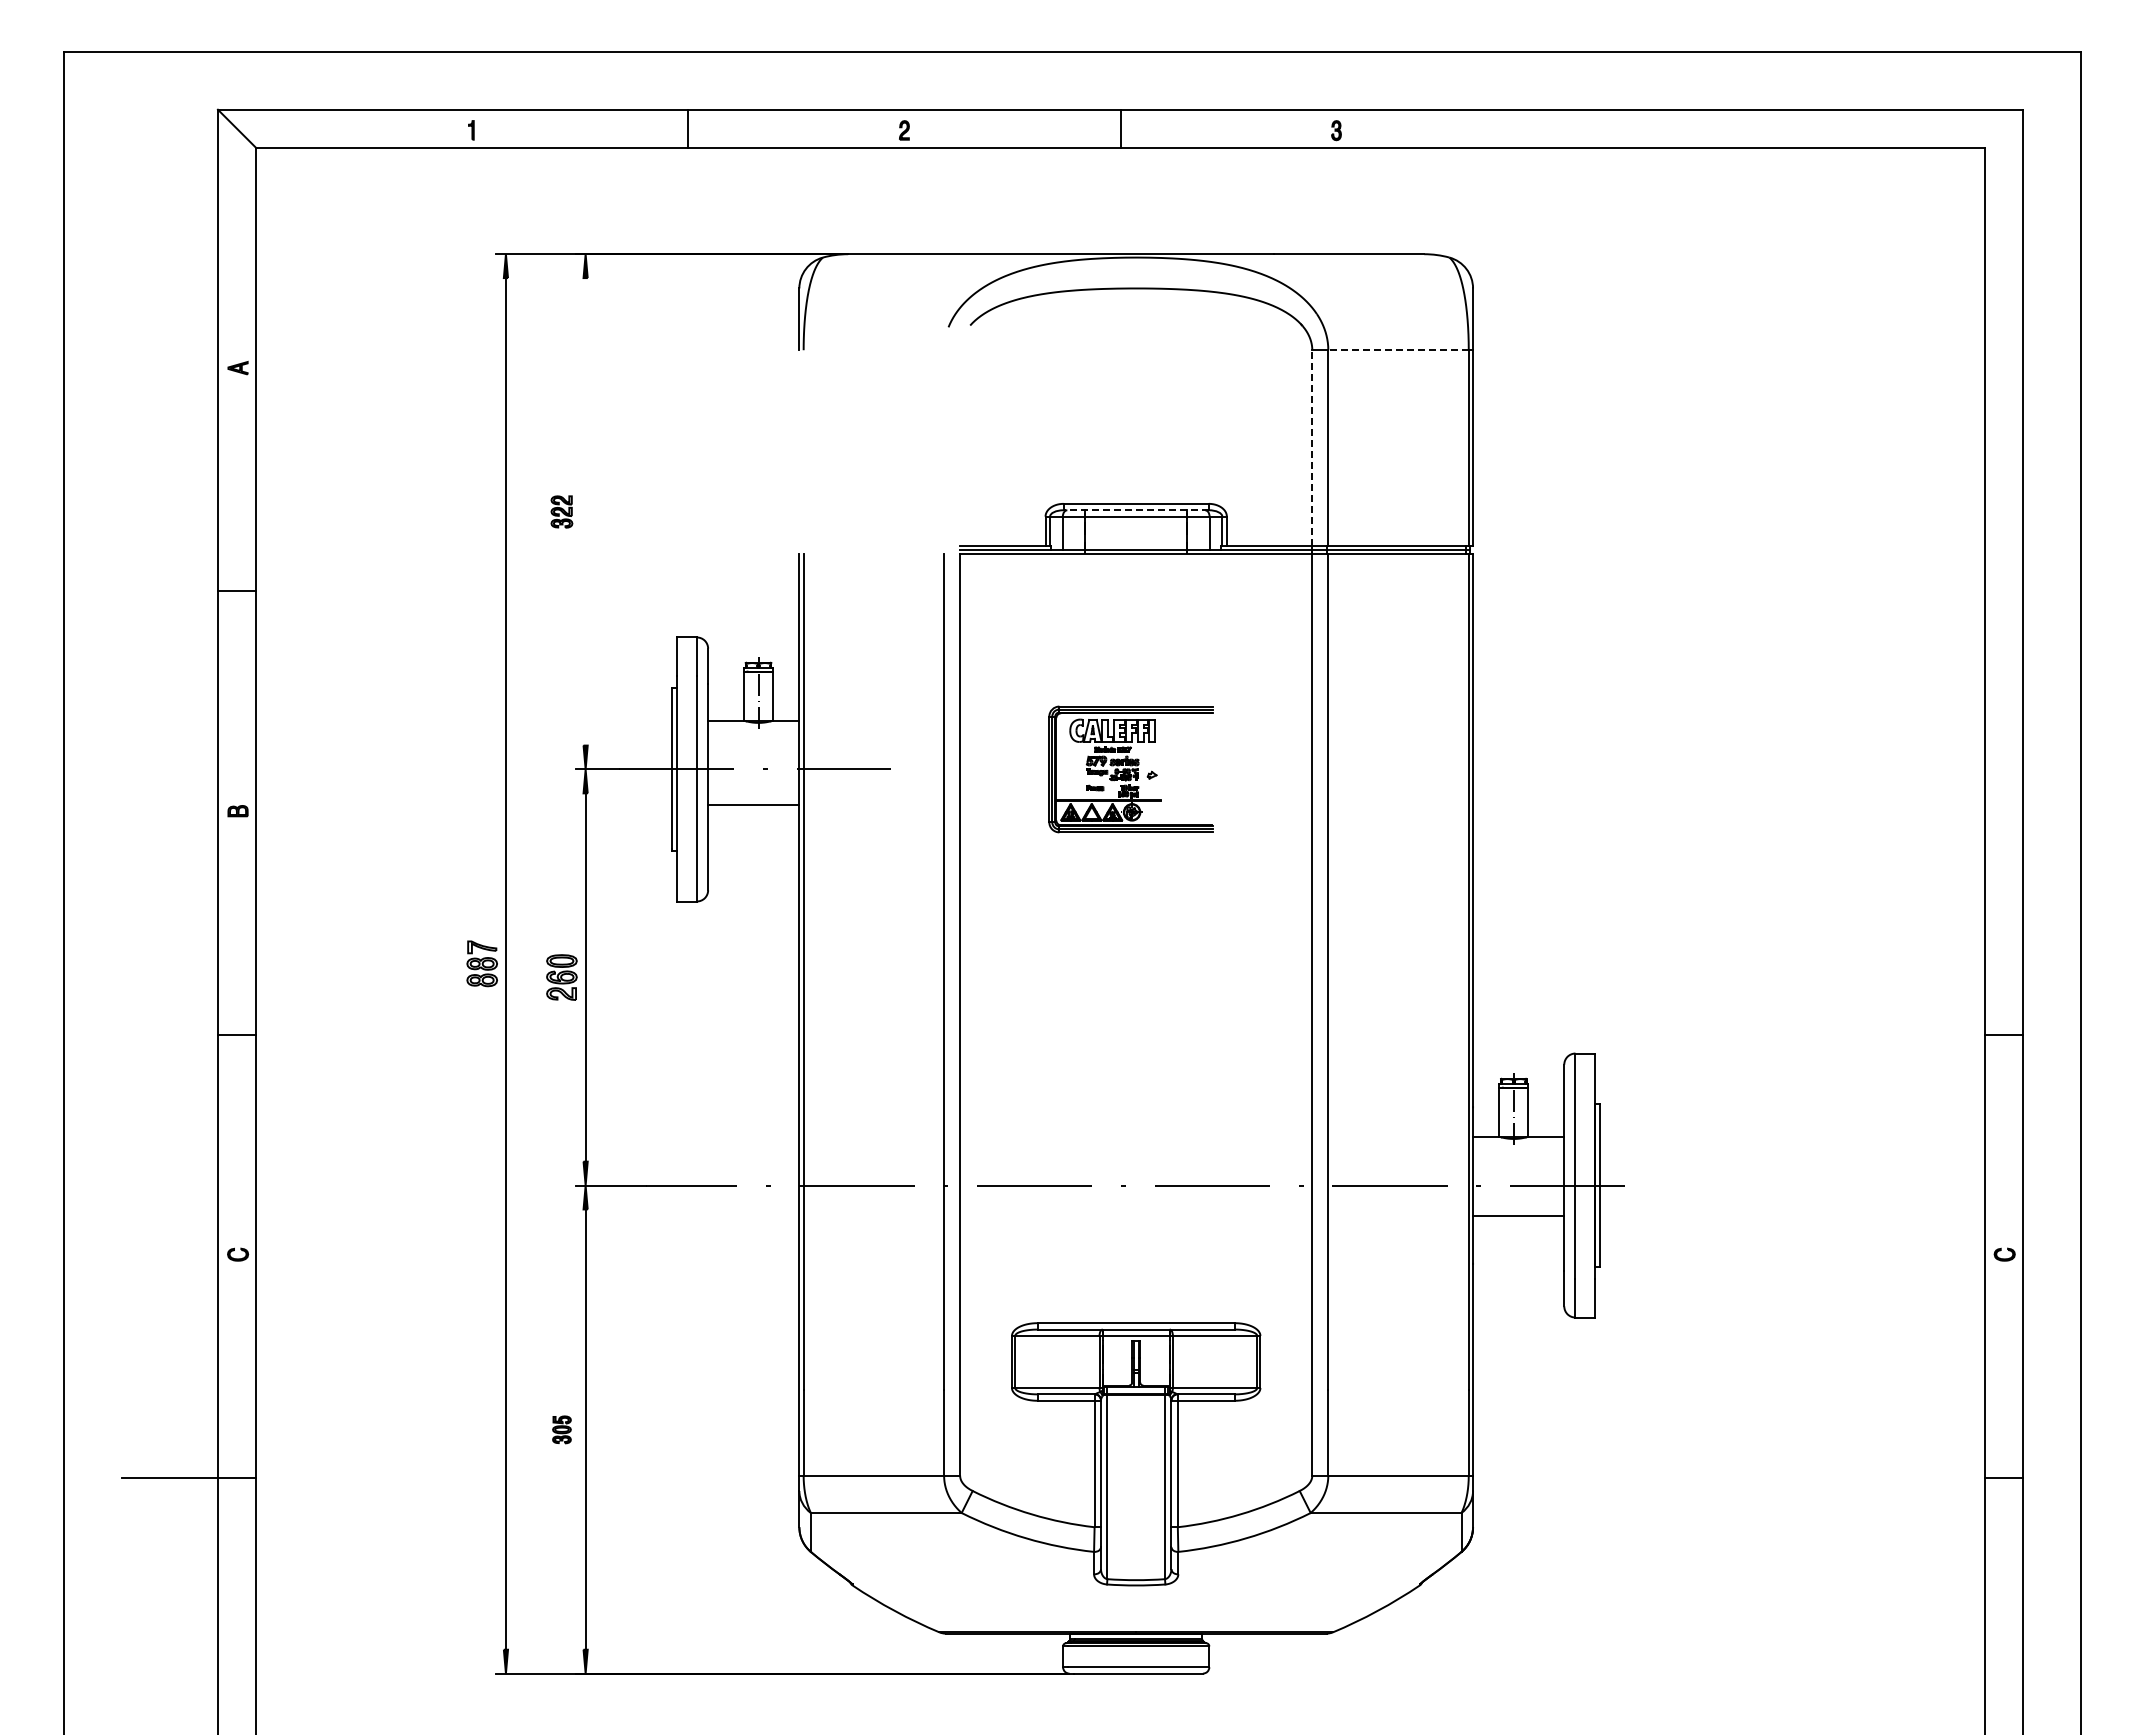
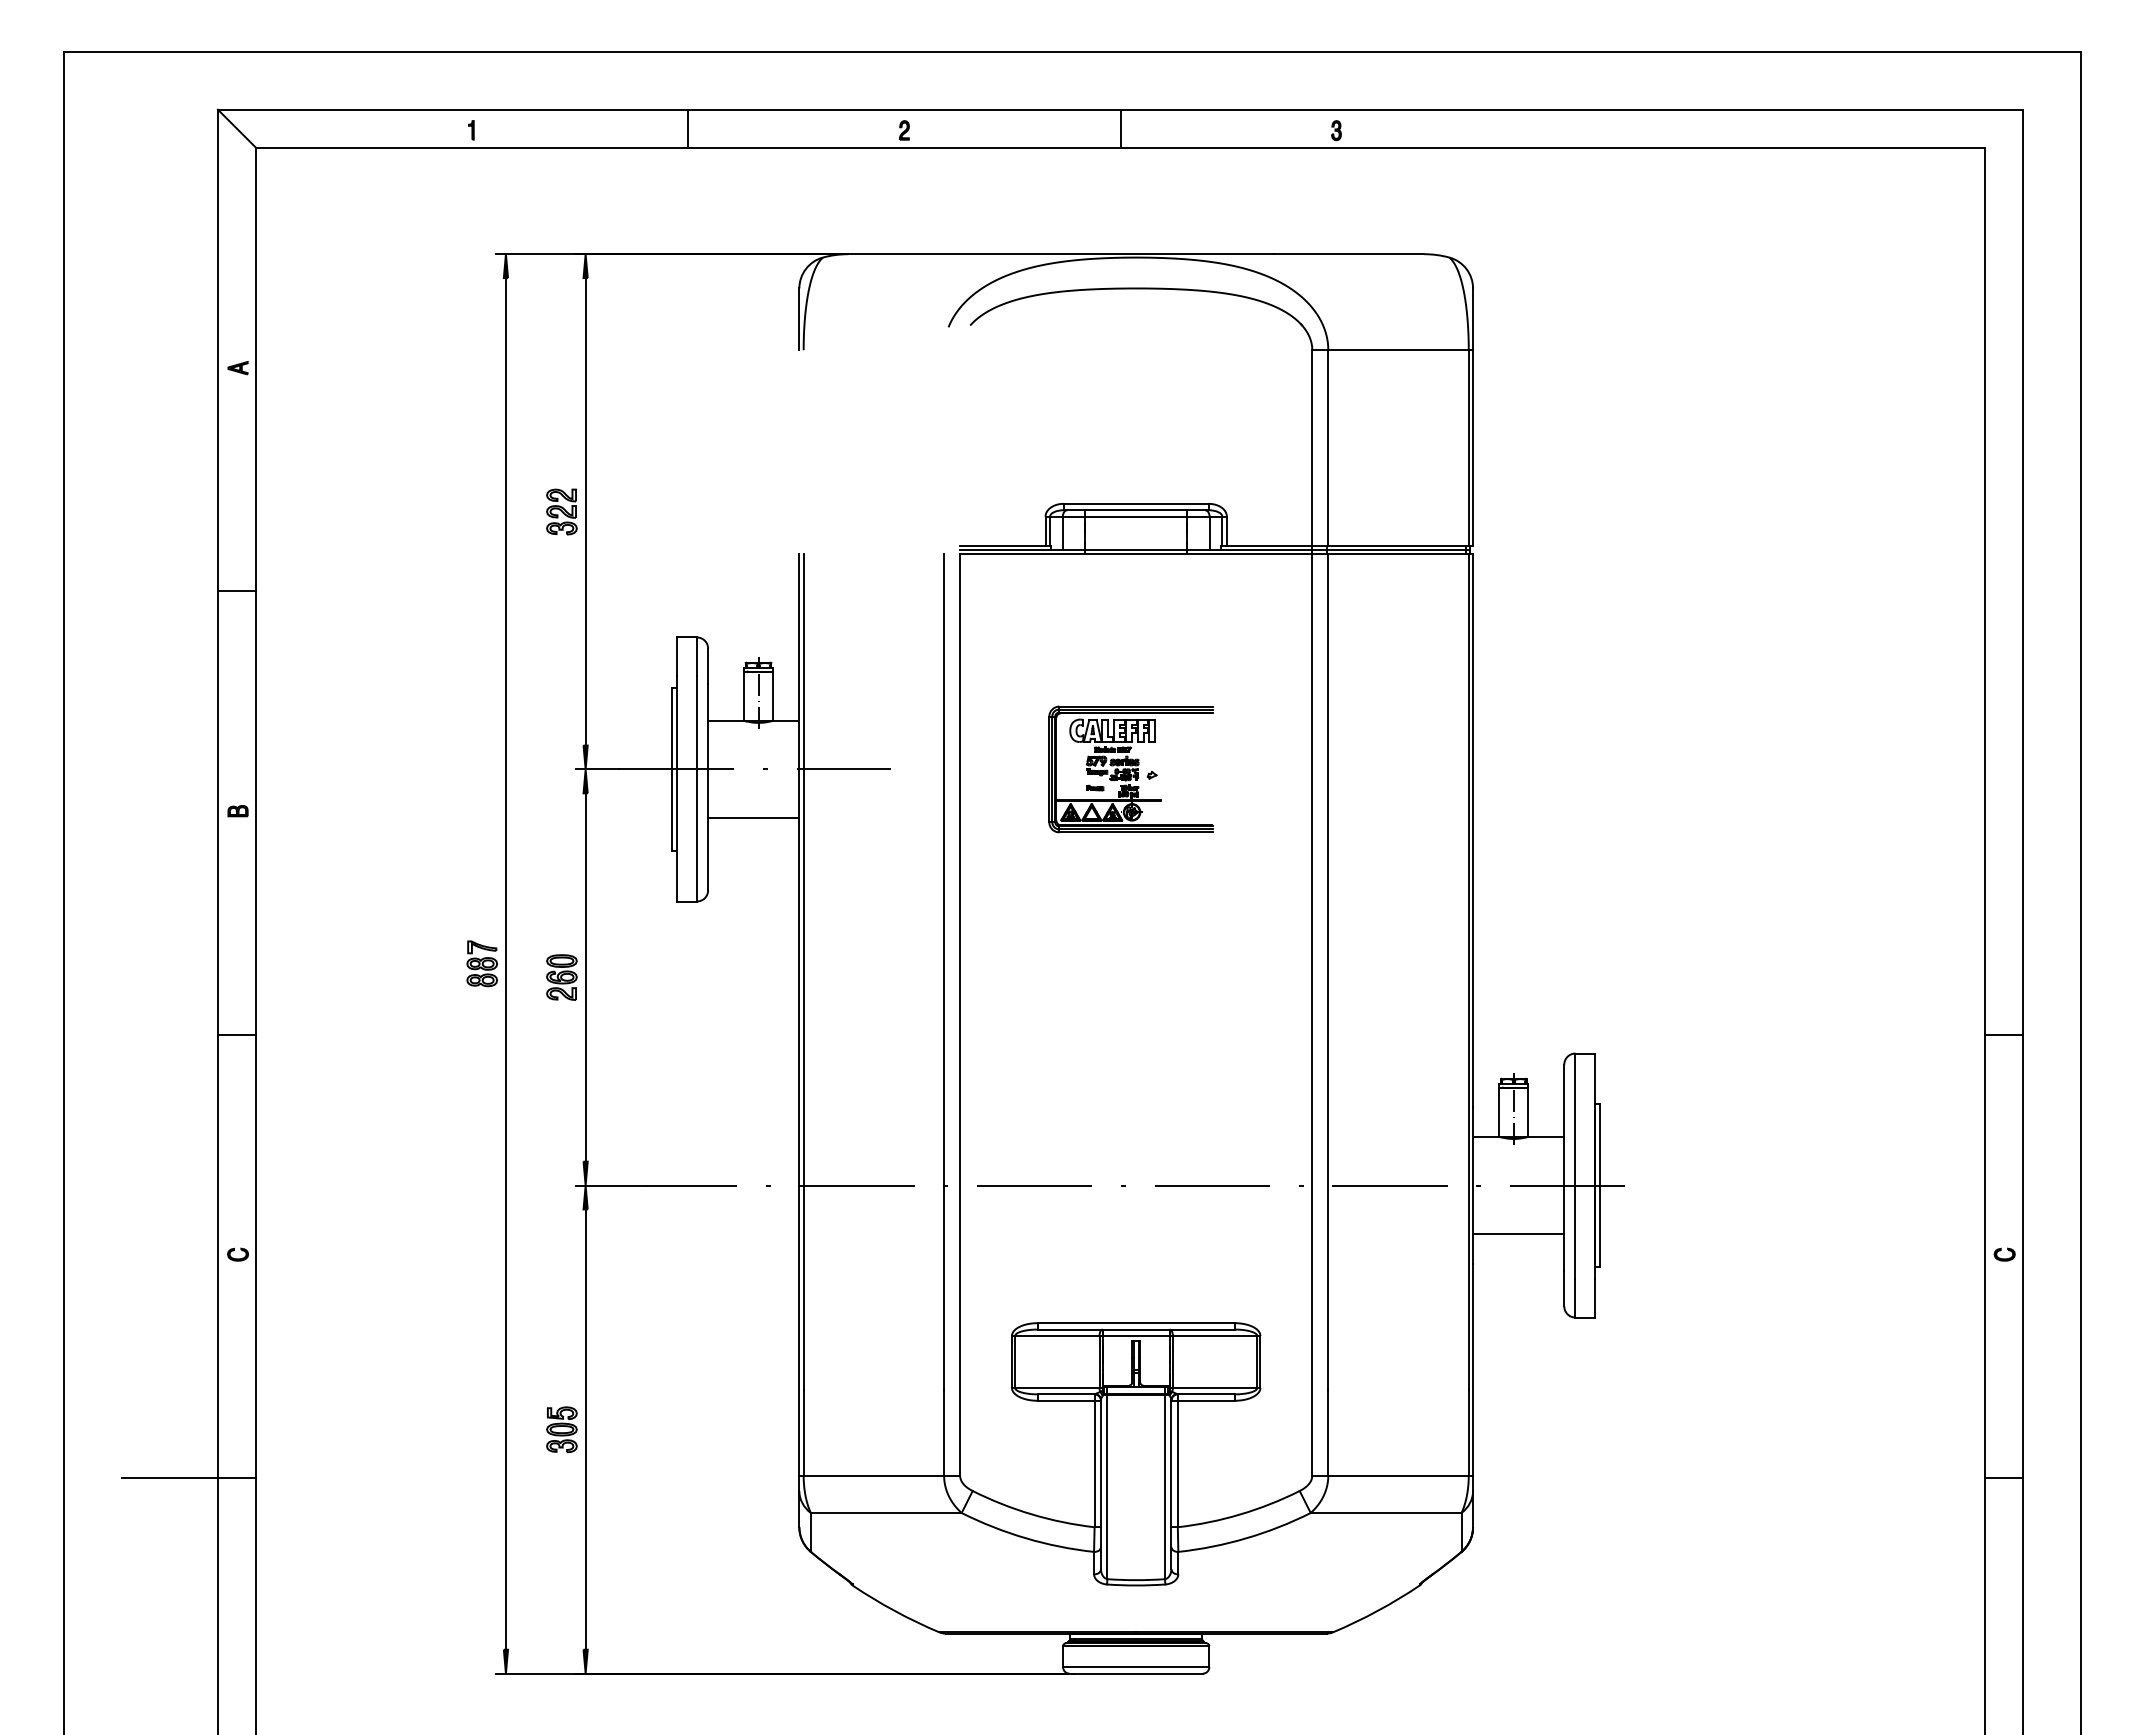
line at (1398, 350): dashed -> solid
line at (1312, 447): dashed -> solid
line at (1136, 510): dashed -> solid
part at (561, 511) size: 24x34 px -> 32x48 px
line at (585, 511): none -> present
line at (753, 804) position: (753, 804) -> (753, 817)
line at (1518, 1215) position: (1518, 1215) -> (1518, 1233)
part at (561, 1429) size: 20x30 px -> 32x48 px
